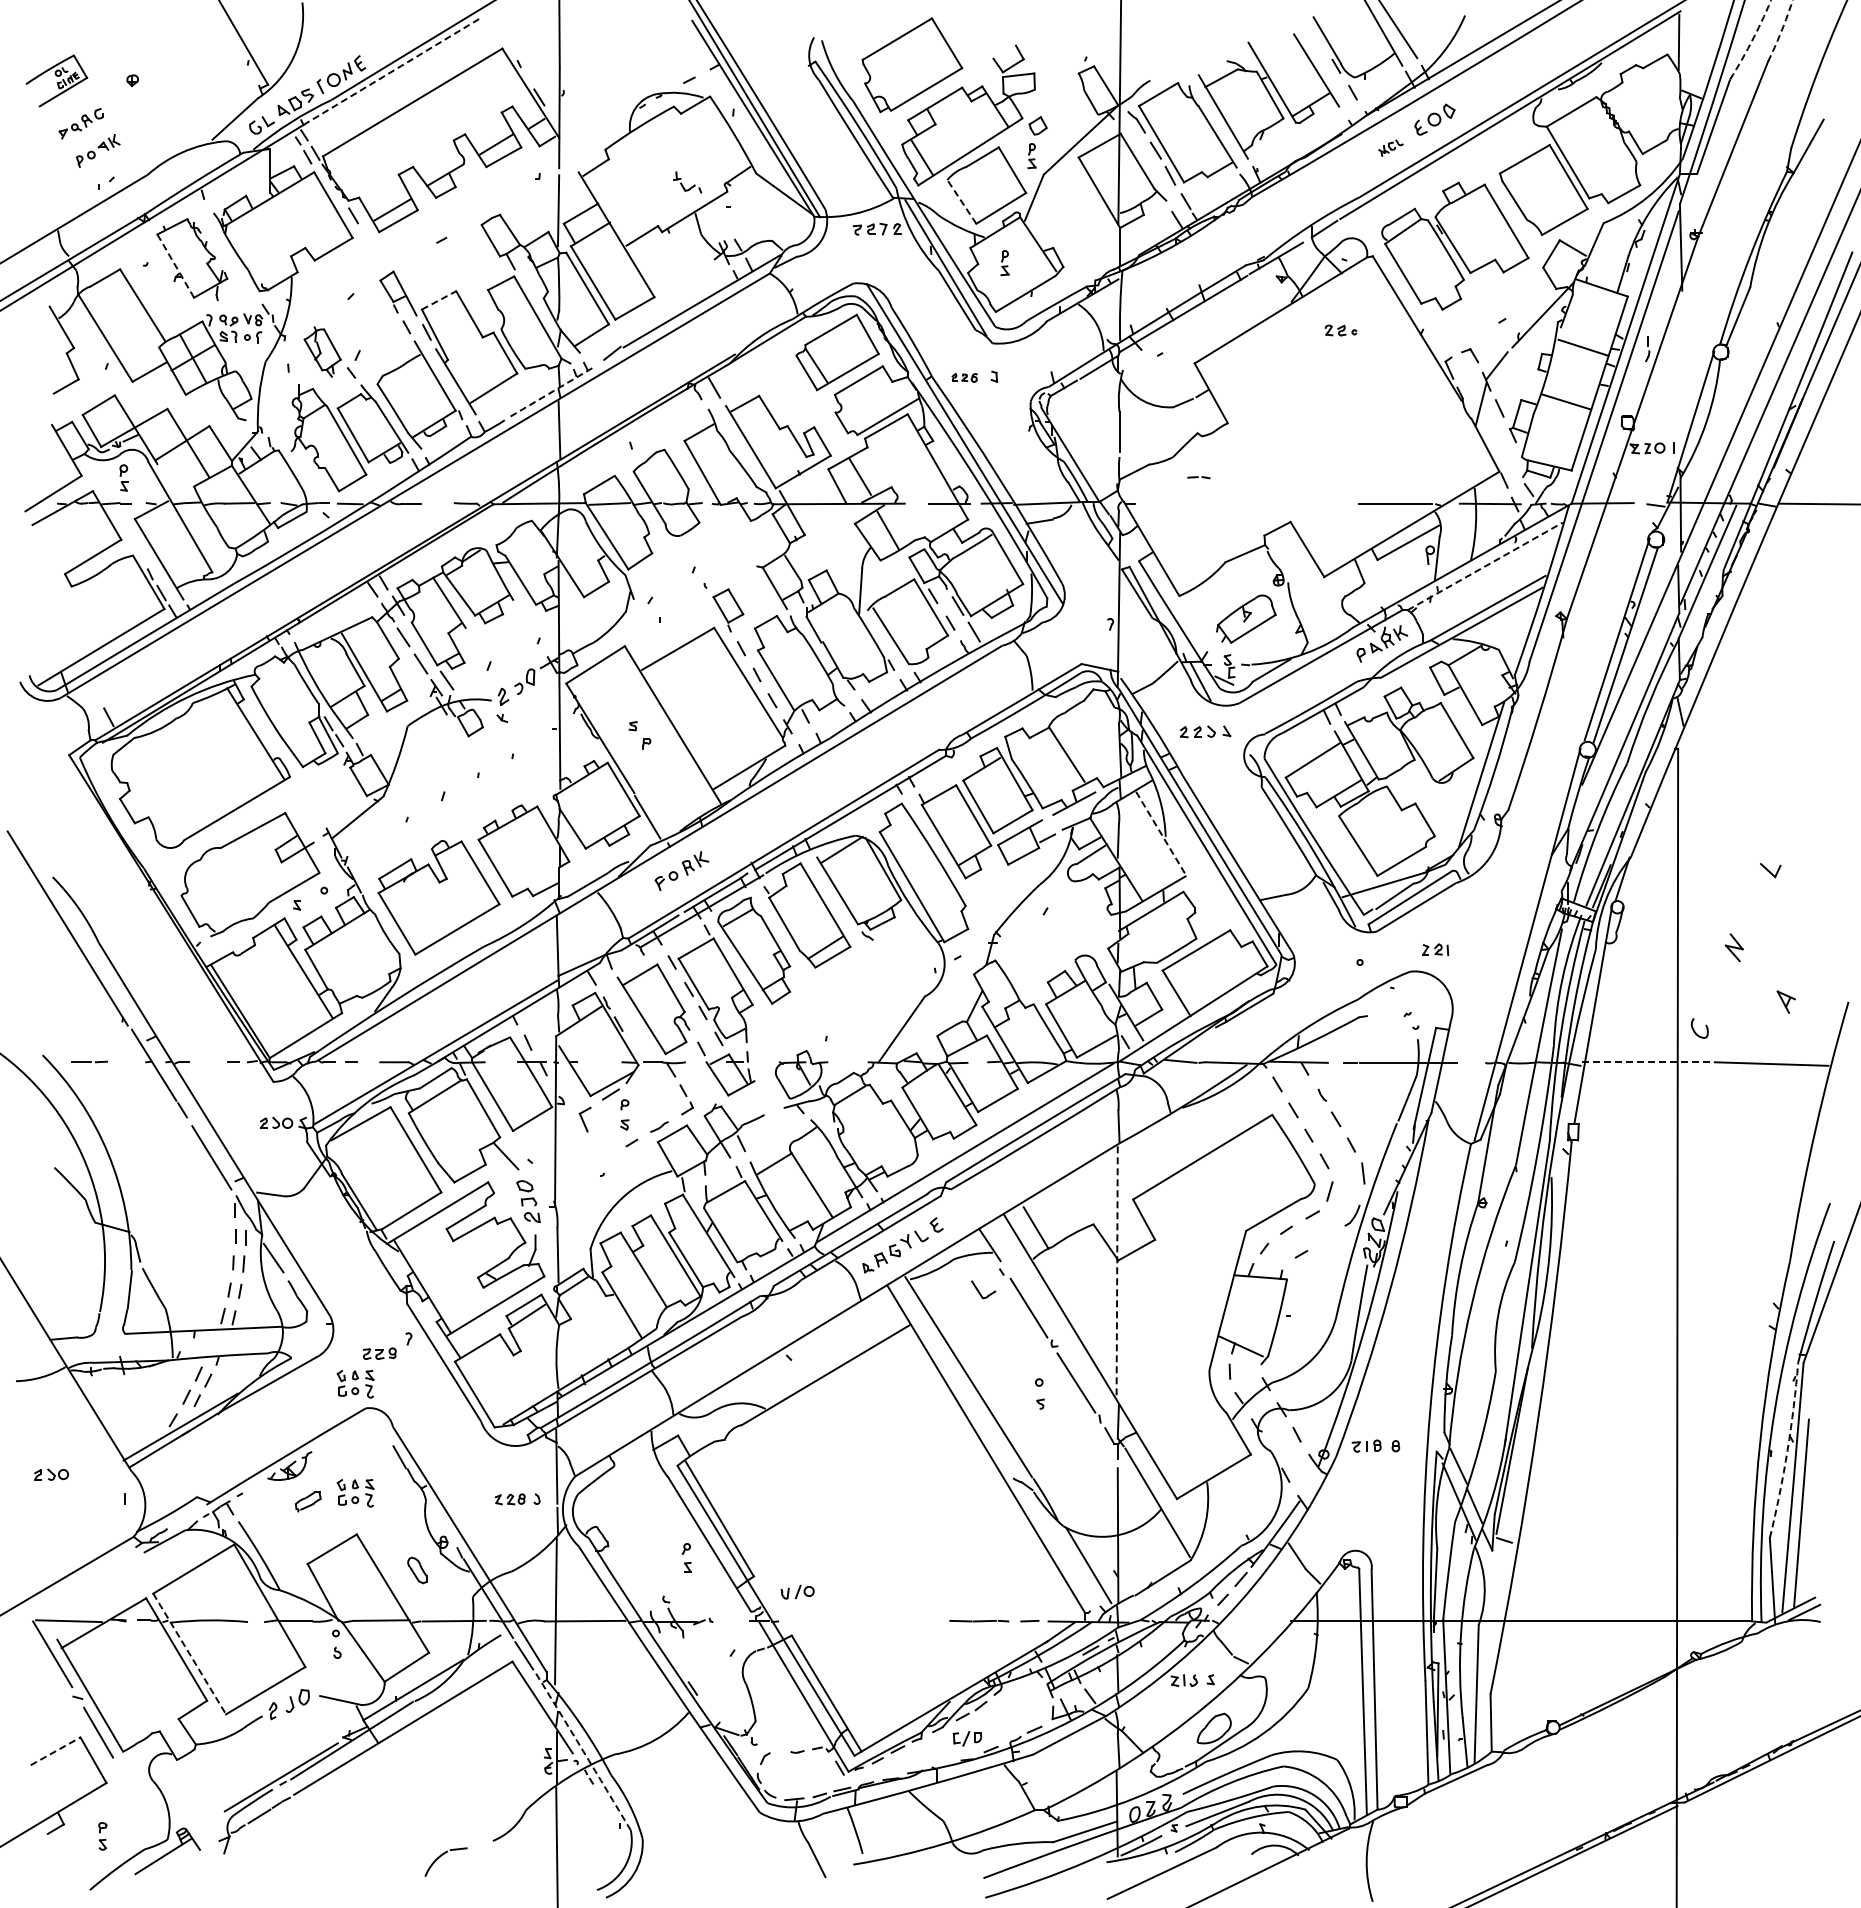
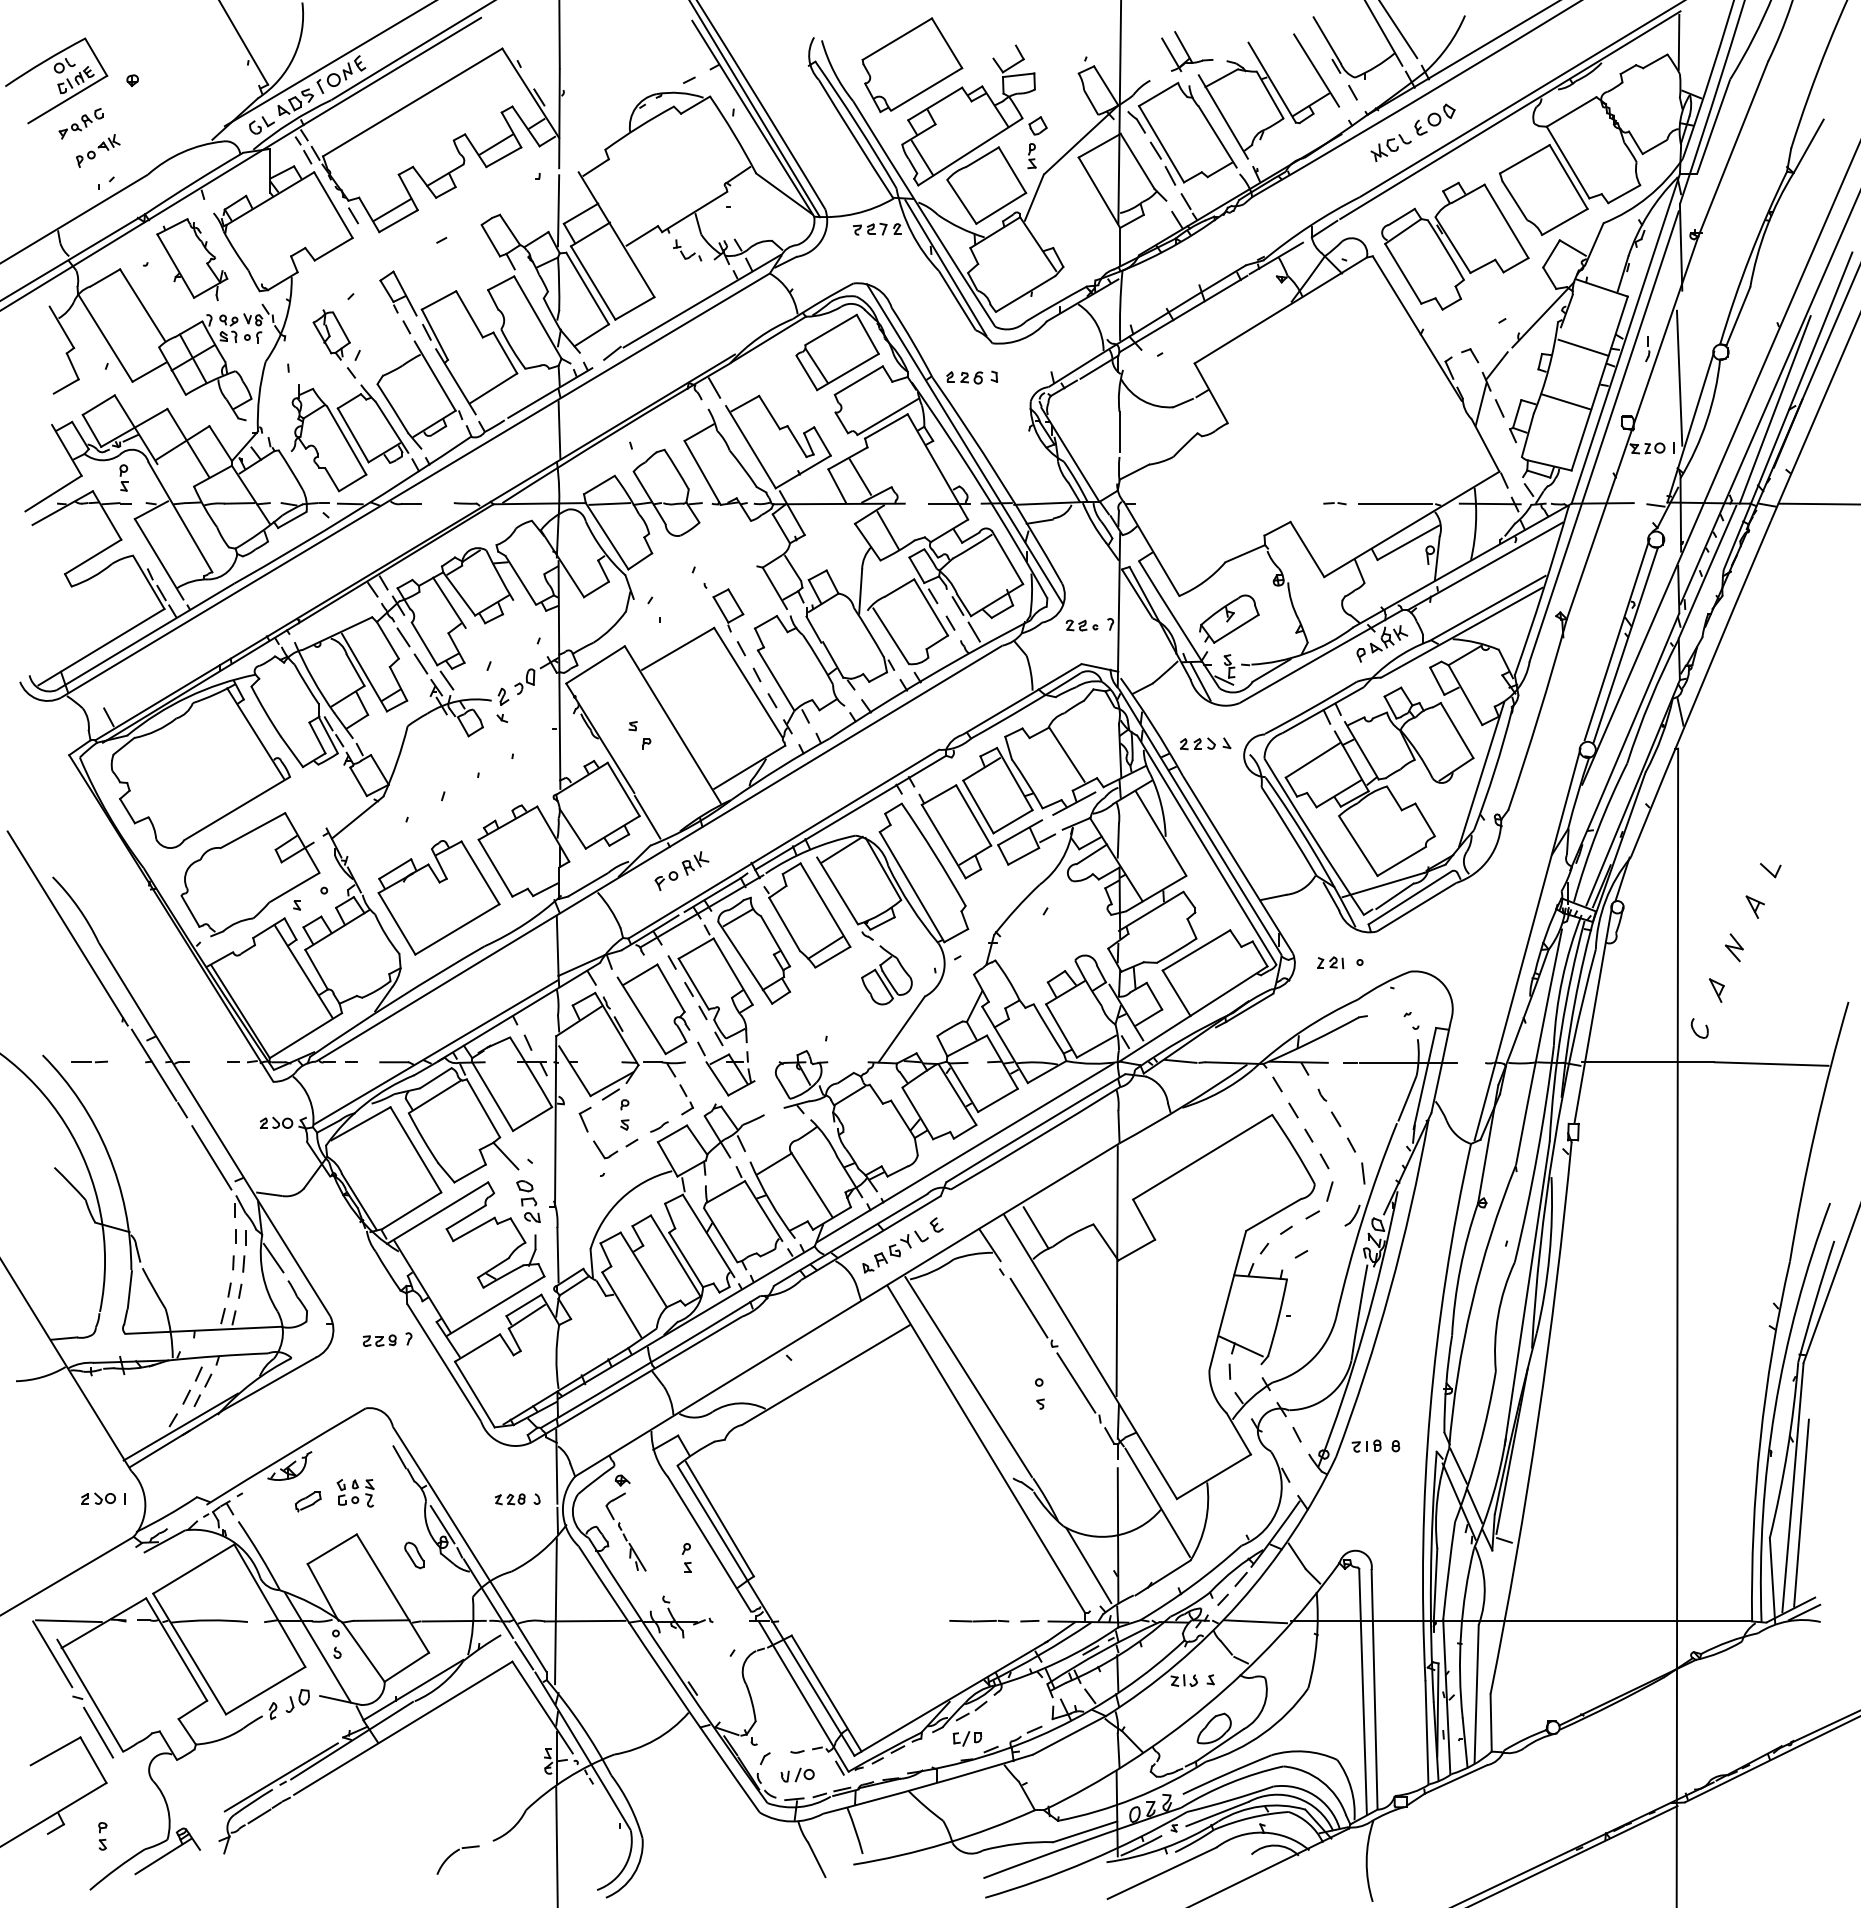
arc at (1781, 30): dashed -> solid
arc at (1752, 39): dashed -> solid
part at (1187, 51): none -> present
line at (328, 64): none -> present
line at (392, 71): dashed -> solid
part at (56, 80) size: 64x54 px -> 104x88 px
part at (1390, 147) size: 26x18 px -> 42x28 px
part at (687, 182) position: (687, 182) -> (687, 250)
line at (961, 201): dashed -> solid
part at (1004, 263): present -> none
line at (175, 266): dashed -> solid
line at (439, 300): dashed -> solid
part at (1340, 330) position: (1340, 330) -> (1081, 625)
part at (322, 351) position: (322, 351) -> (331, 334)
part at (964, 377) size: 27x10 px -> 38x14 px
line at (1679, 377): none -> present
line at (550, 393): dashed -> solid
line at (1774, 409): none -> present
line at (1198, 477) position: (1198, 477) -> (1334, 503)
line at (1485, 566): dashed -> solid
part at (1246, 618) position: (1246, 618) -> (1229, 618)
part at (1205, 731) position: (1205, 731) -> (1205, 743)
line at (1161, 833): dashed -> solid
part at (1435, 949) position: (1435, 949) -> (1330, 962)
part at (886, 975): none -> present
part at (1716, 990): none -> present
part at (1785, 1001) position: (1785, 1001) -> (1754, 906)
line at (1647, 1062): dashed -> solid
line at (1117, 1271): dashed -> solid
part at (983, 1289) position: (983, 1289) -> (605, 1149)
part at (379, 1353) position: (379, 1353) -> (379, 1340)
part at (355, 1384): present -> none
arc at (1787, 1450): dashed -> solid
part at (51, 1474) position: (51, 1474) -> (98, 1498)
part at (625, 1522): none -> present
line at (442, 1524): none -> present
part at (417, 1570) position: (417, 1570) -> (414, 1555)
part at (797, 1591) position: (797, 1591) -> (797, 1774)
line at (1255, 1621): none -> present
line at (317, 1647): none -> present
line at (189, 1654): dashed -> solid
arc at (583, 1750): dashed -> solid
line at (56, 1751): dashed -> solid
part at (441, 1856) position: (441, 1856) -> (453, 1854)
